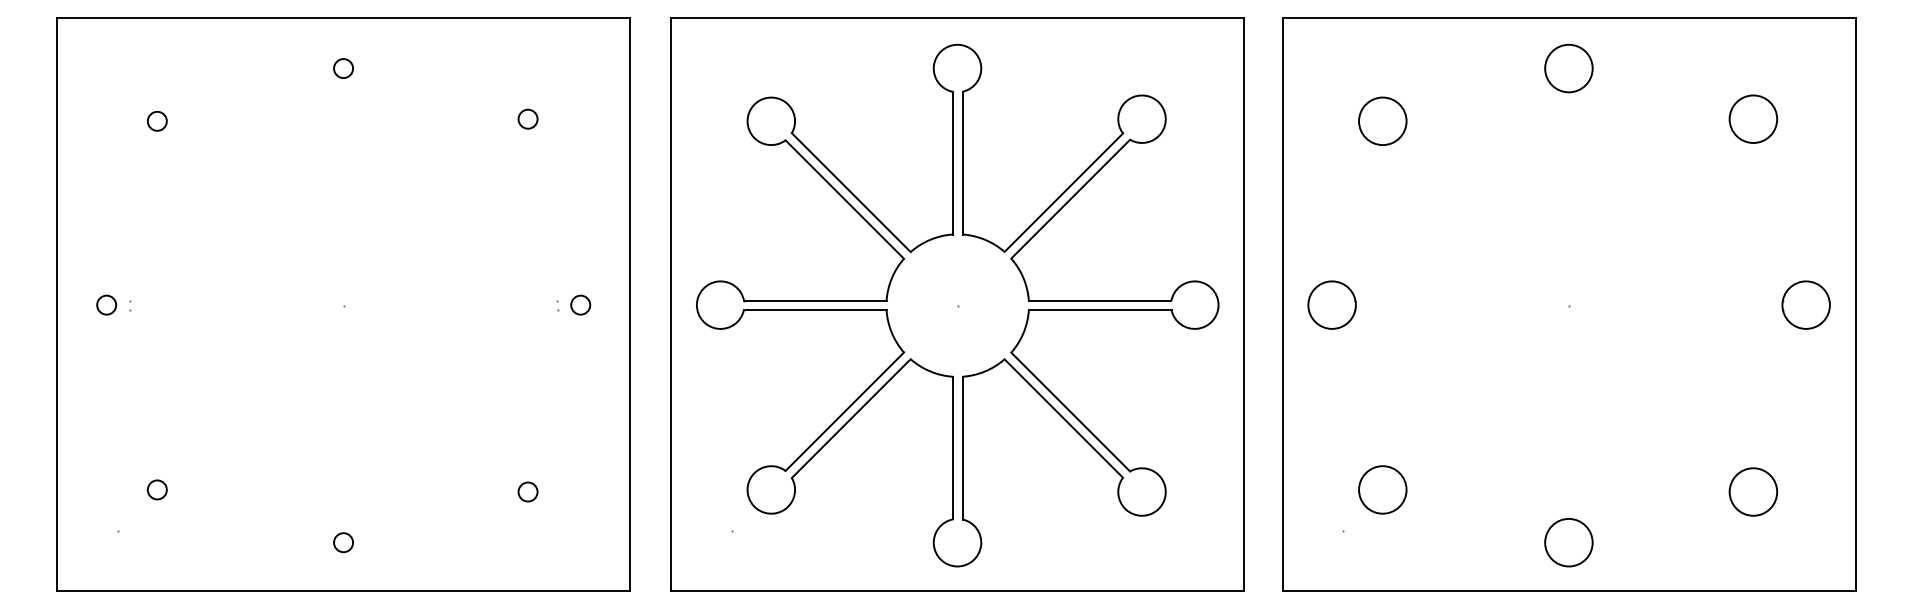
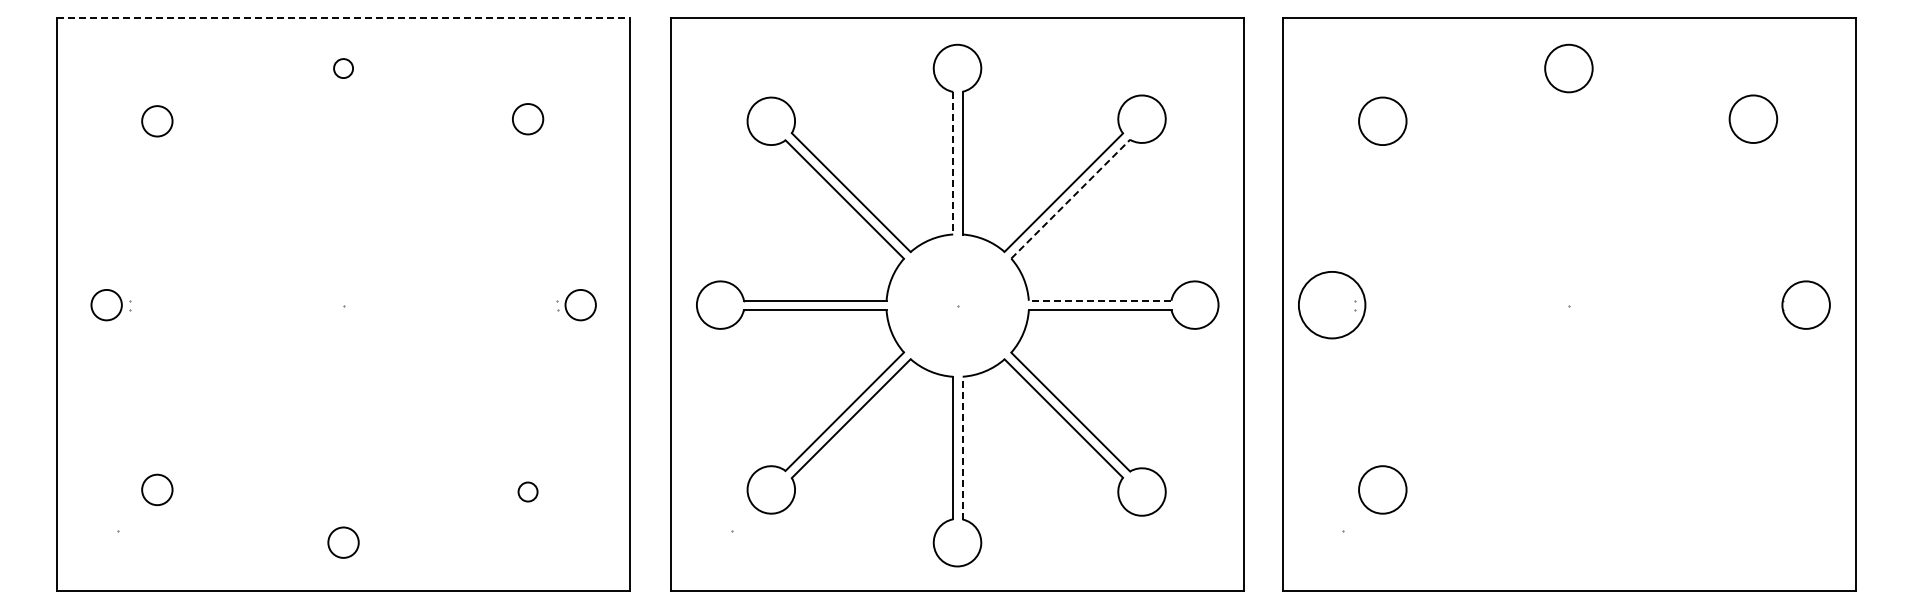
line at (344, 18): solid -> dashed
circle at (527, 118) diameter: 19 px -> 30 px
circle at (156, 120) diameter: 19 px -> 30 px
line at (953, 163): solid -> dashed
line at (1071, 198): solid -> dashed
line at (1099, 300): solid -> dashed
circle at (106, 304) diameter: 19 px -> 30 px
circle at (580, 304) diameter: 19 px -> 30 px
circle at (1331, 304) diameter: 48 px -> 67 px
line at (962, 447): solid -> dashed
circle at (156, 489) diameter: 19 px -> 30 px
circle at (1753, 491): present -> none
circle at (343, 542) diameter: 19 px -> 30 px
circle at (1568, 542): present -> none
